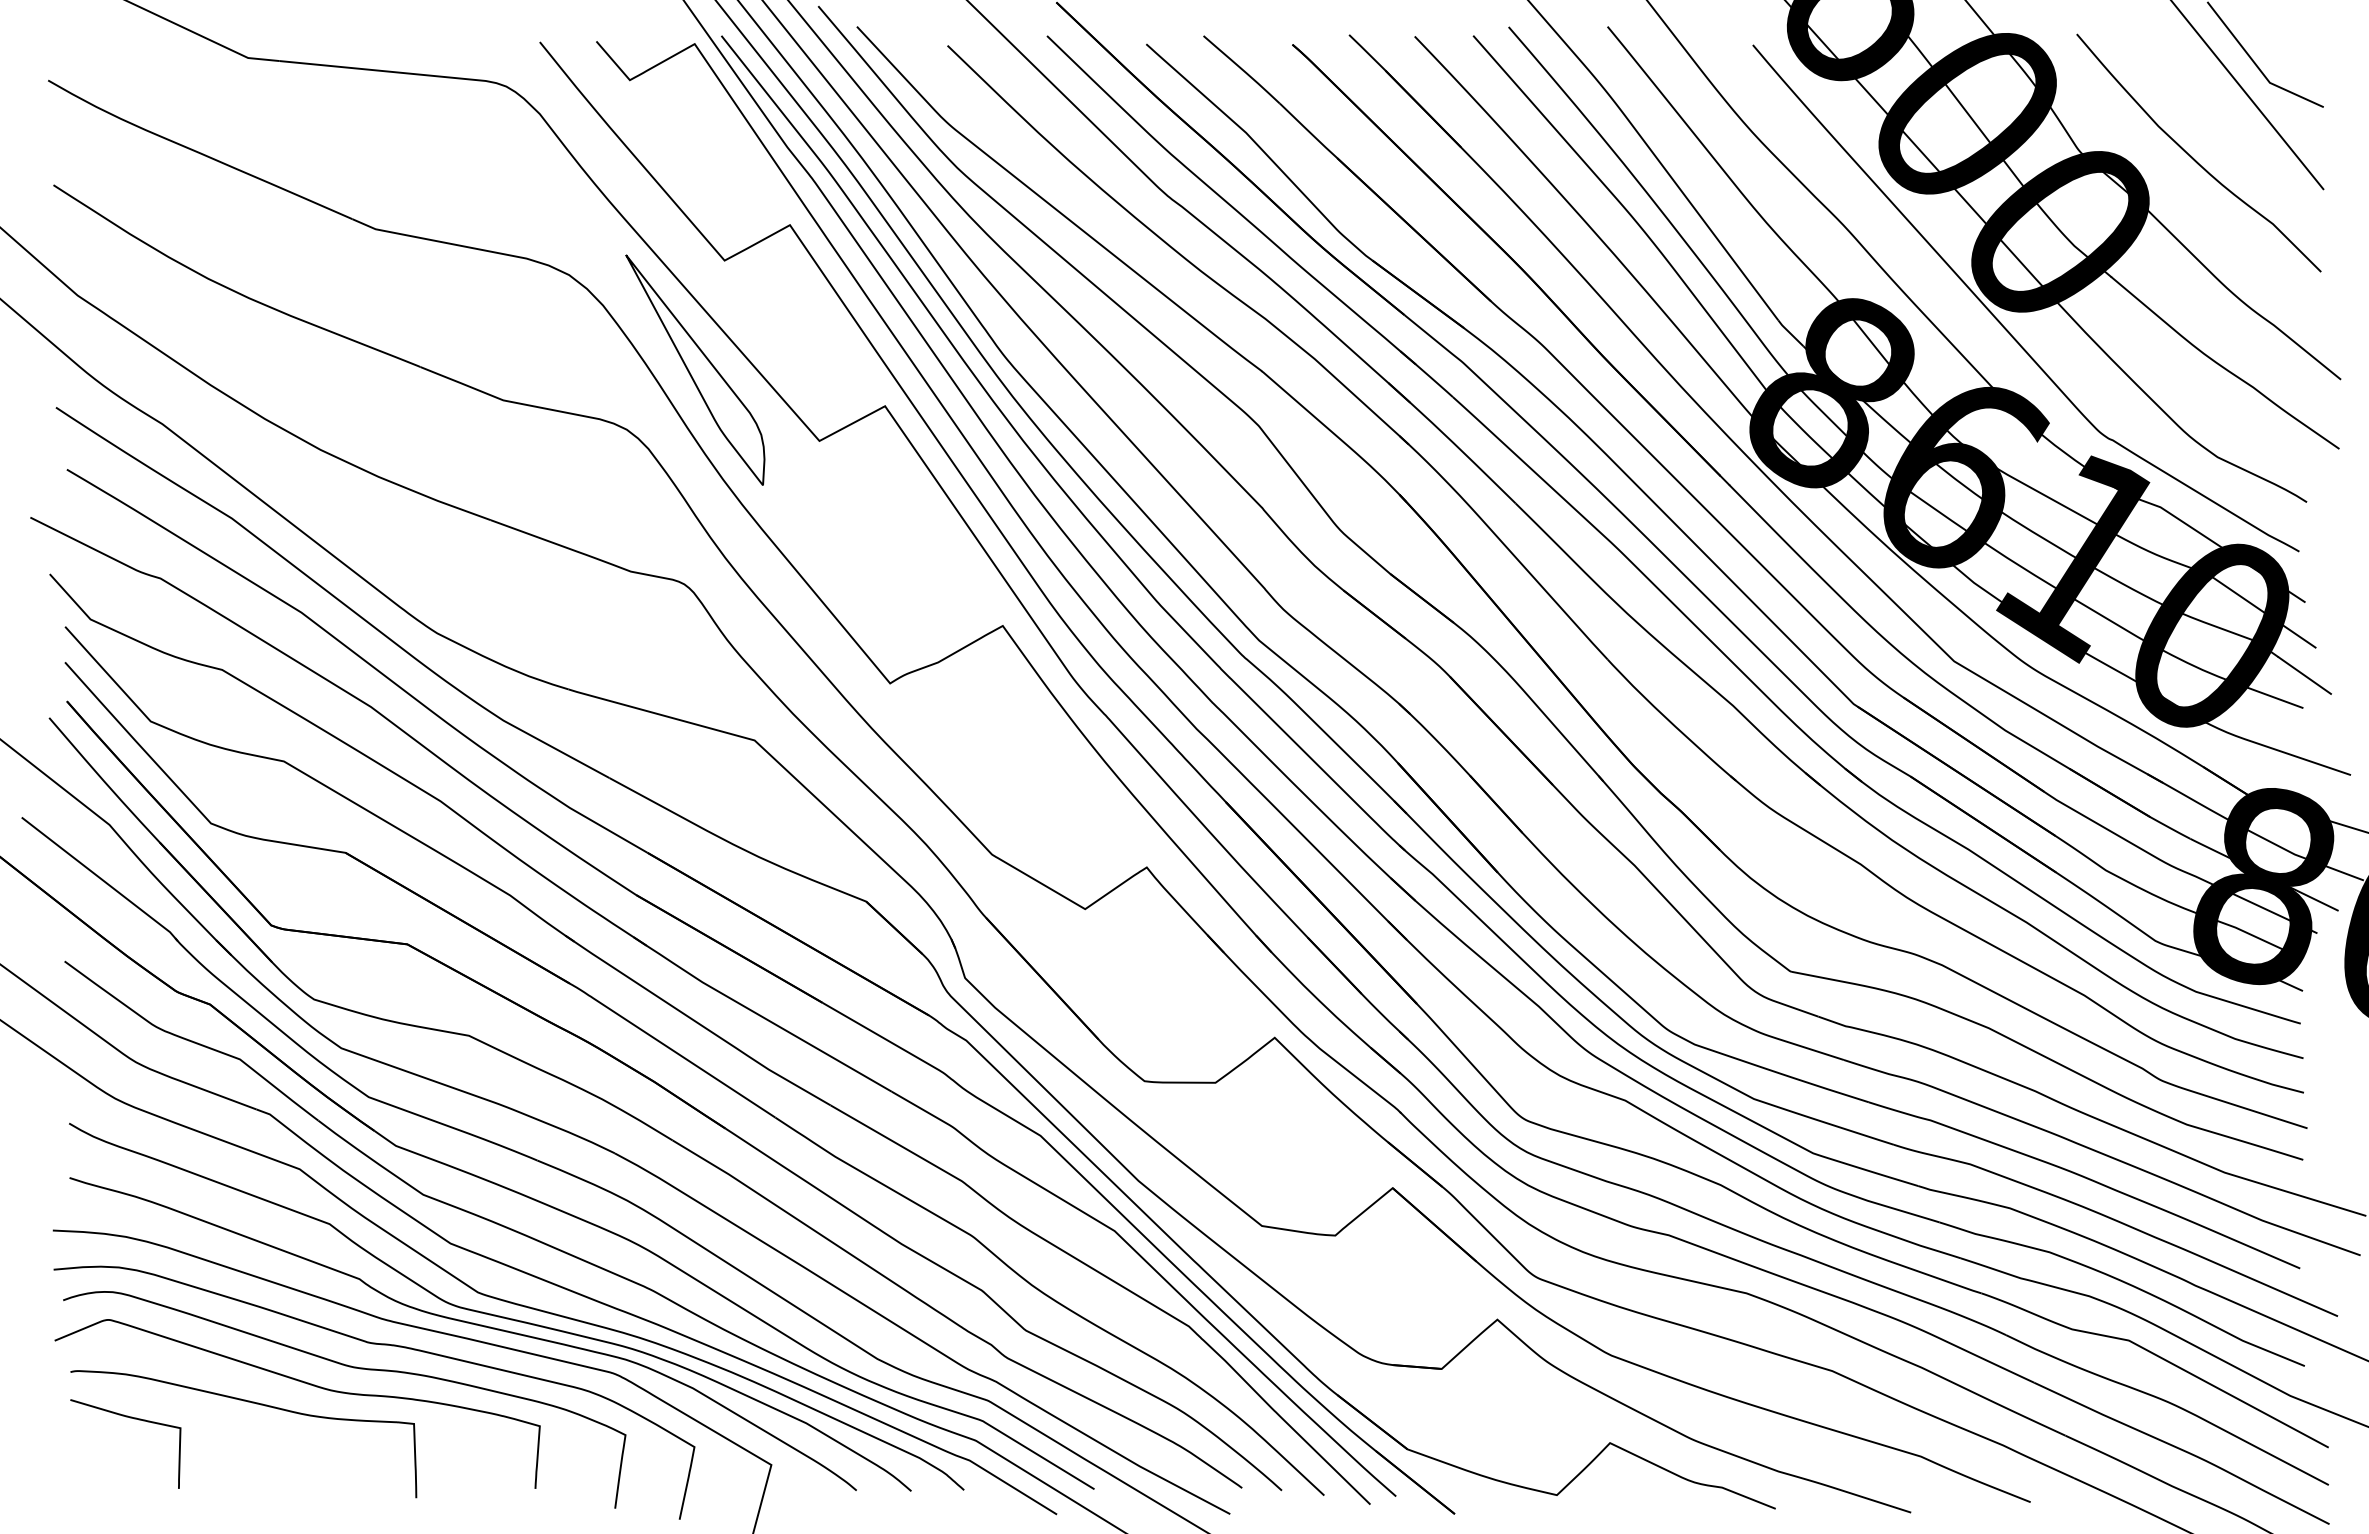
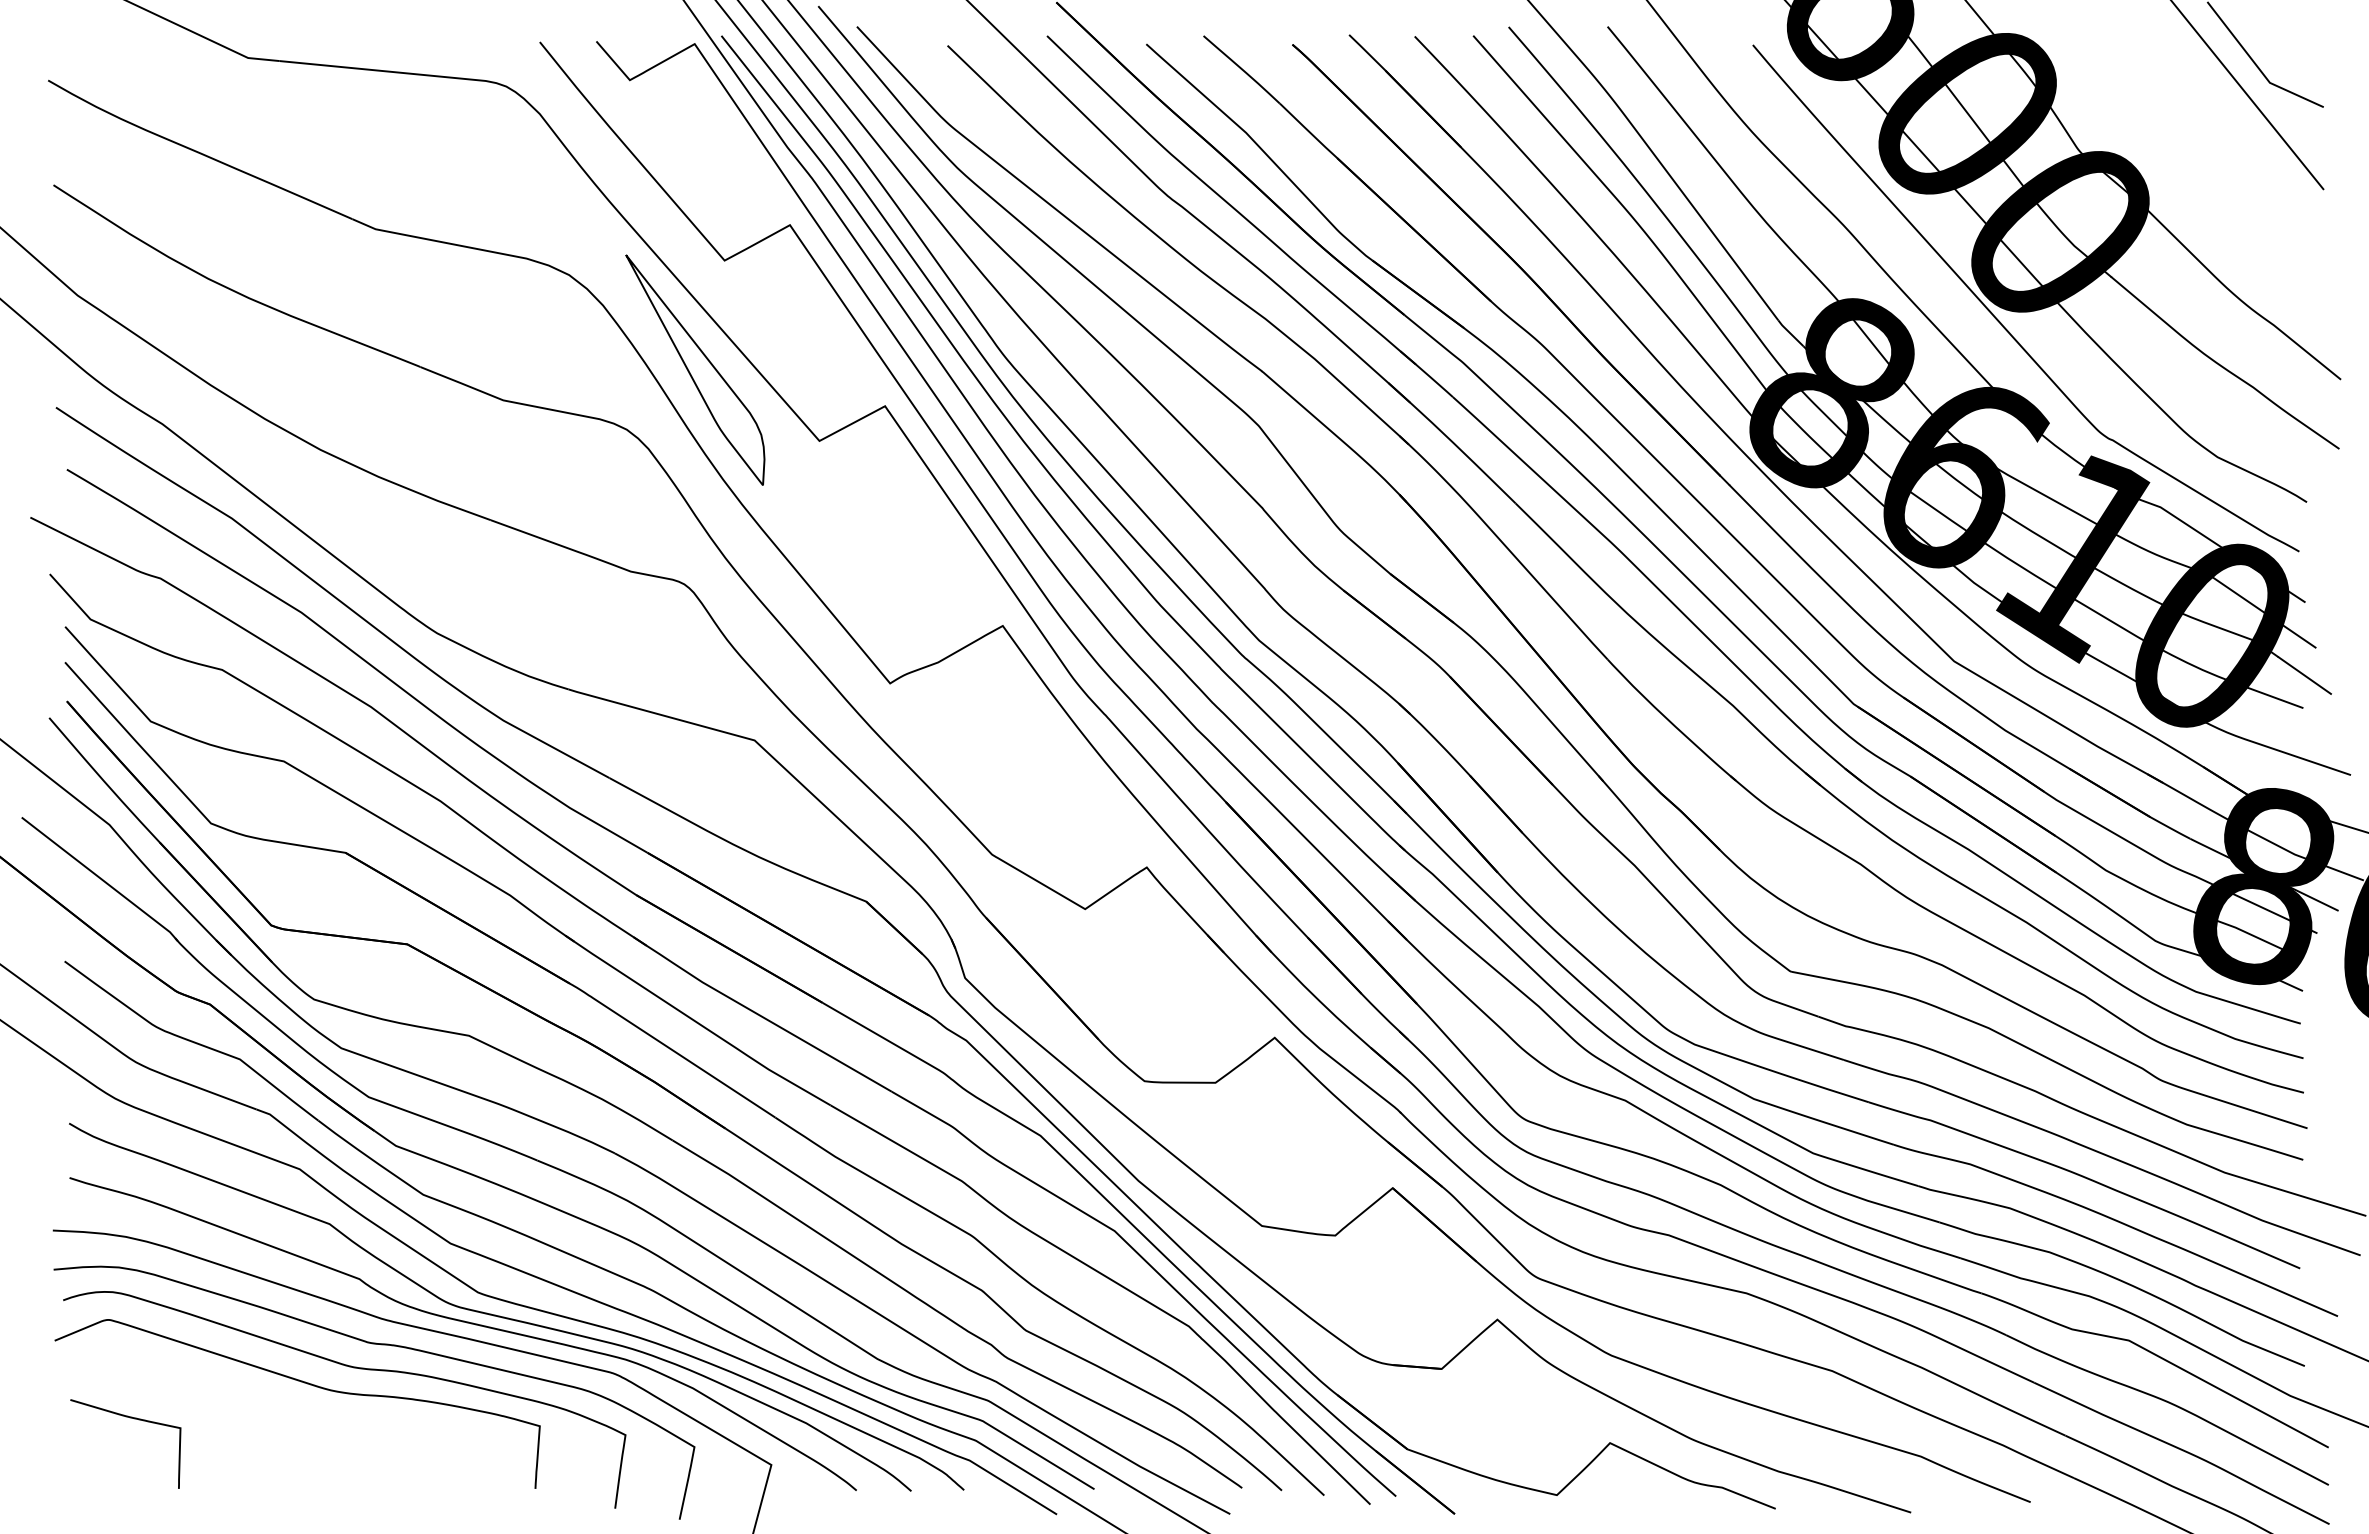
curve at (2193, 157): present -> none
curve at (247, 1402): present -> none
